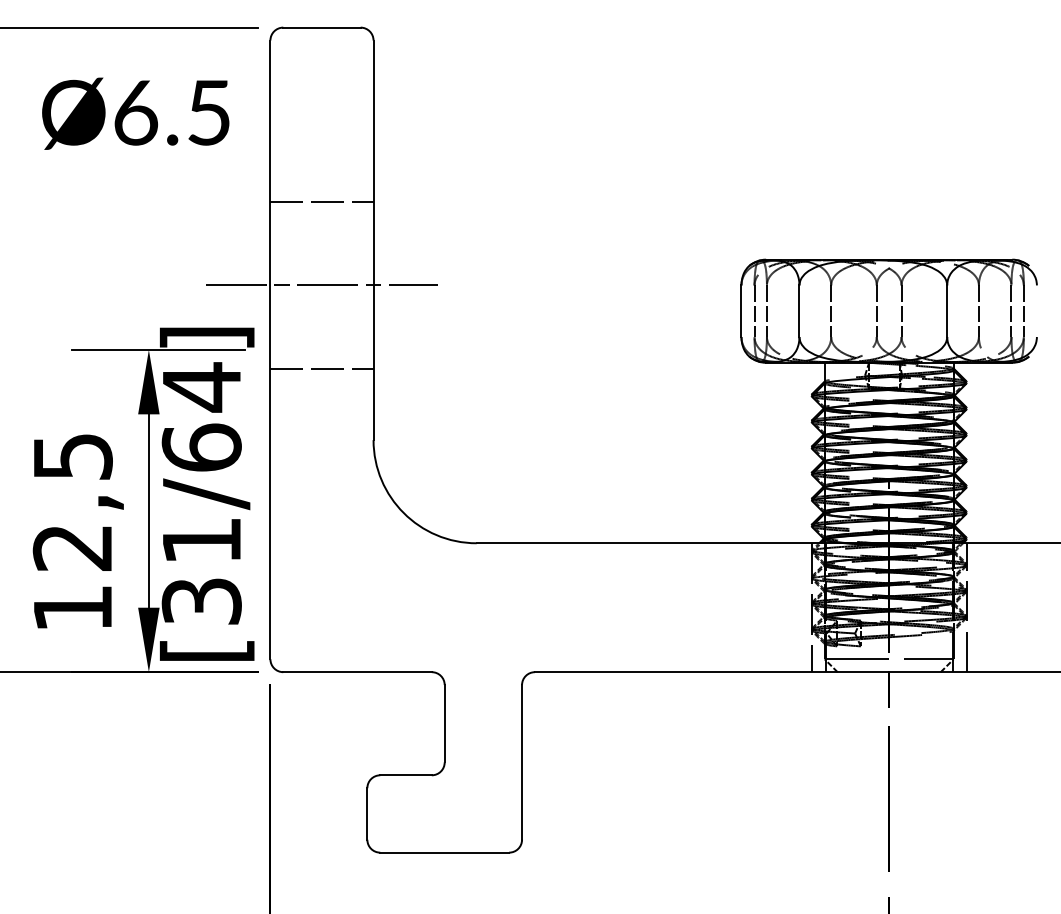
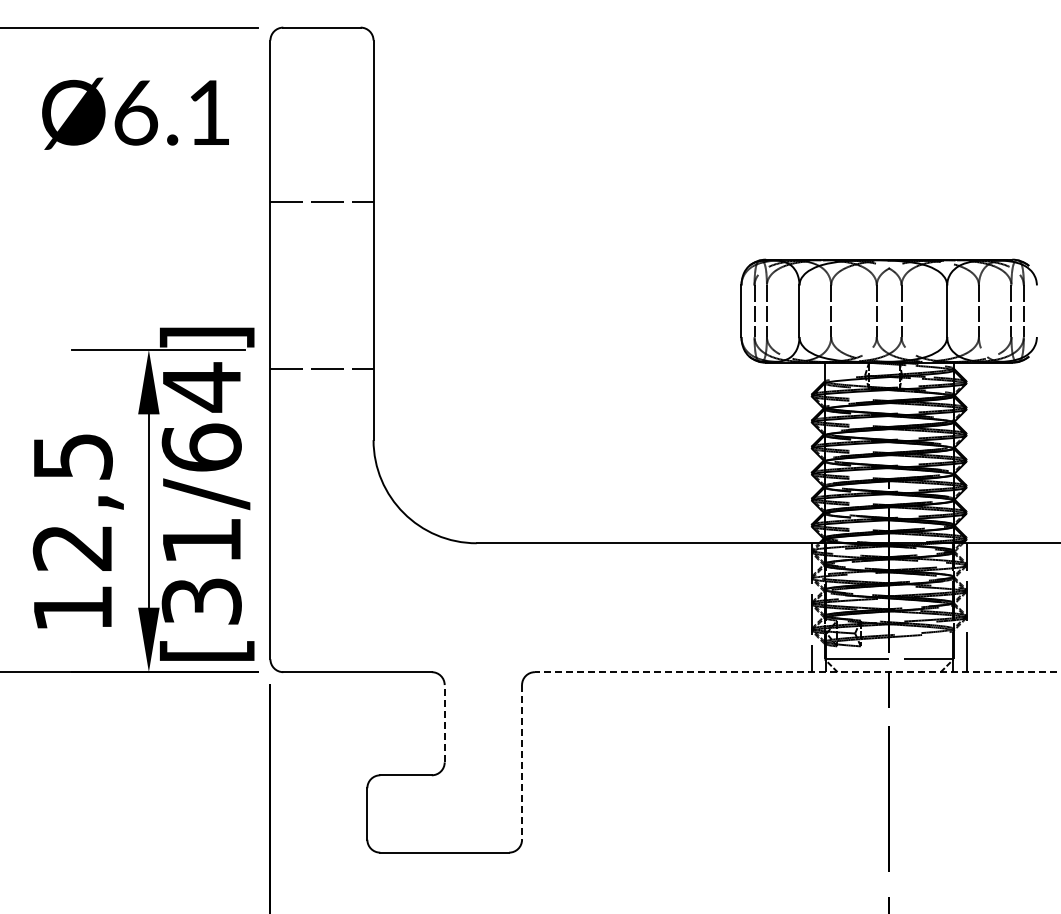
text at (208, 112): Ø6.5 -> Ø6.1
line at (321, 285): present -> none
line at (797, 672): solid -> dashed
line at (444, 723): solid -> dashed
line at (522, 762): solid -> dashed
